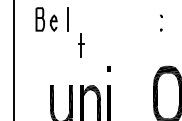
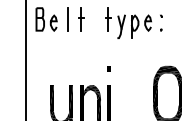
part at (128, 23): none -> present
part at (81, 45) position: (81, 45) -> (81, 19)
line at (13, 59) position: (13, 59) -> (25, 59)
